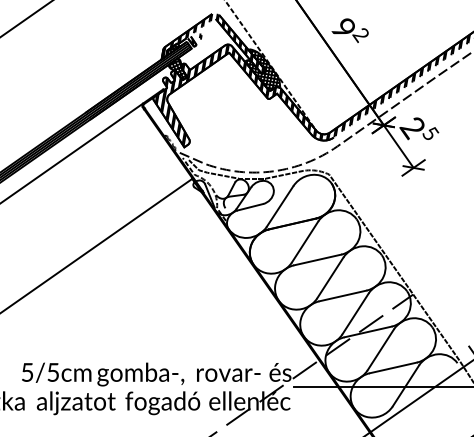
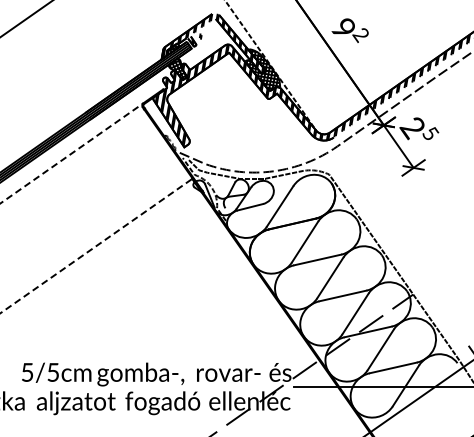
line at (72, 153): solid -> dashed
line at (96, 246): solid -> dashed
